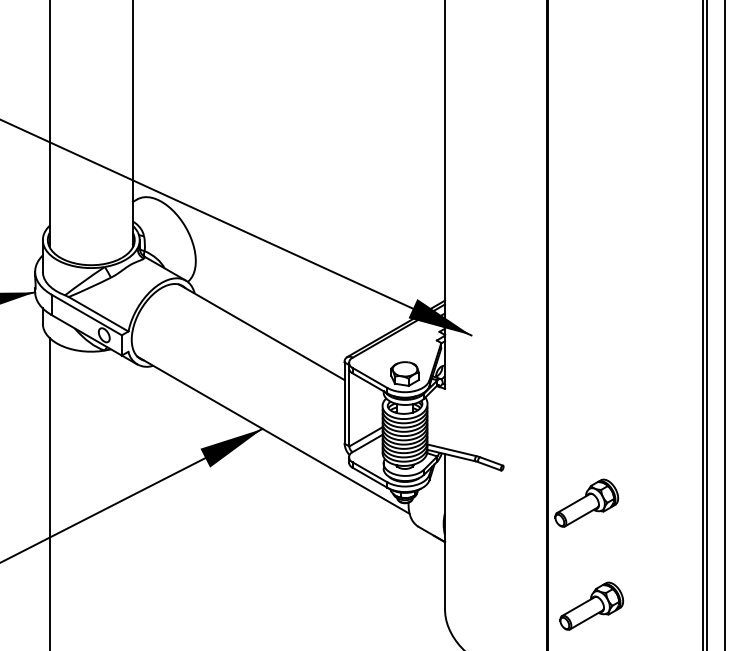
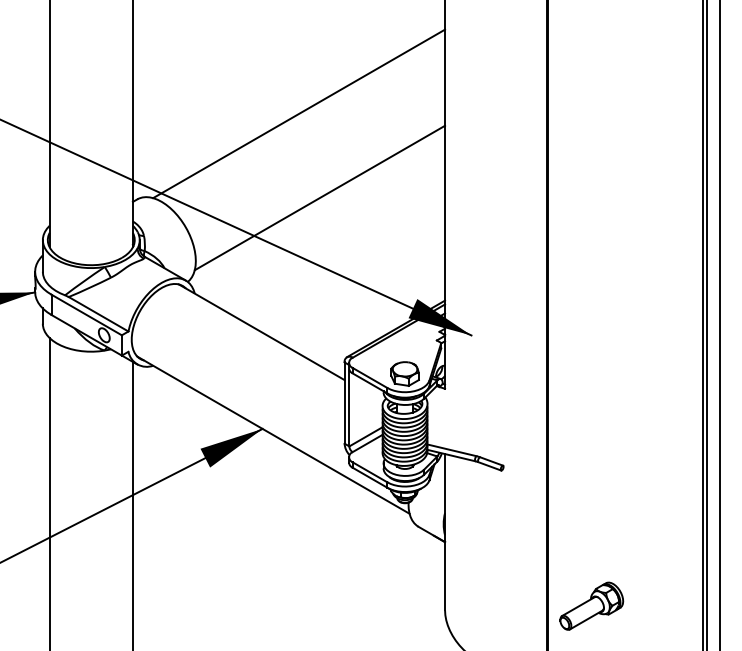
line at (299, 113): none -> present
line at (319, 197): none -> present
line at (724, 324) position: (724, 324) -> (719, 324)
part at (586, 502): present -> none
line at (132, 504): none -> present
